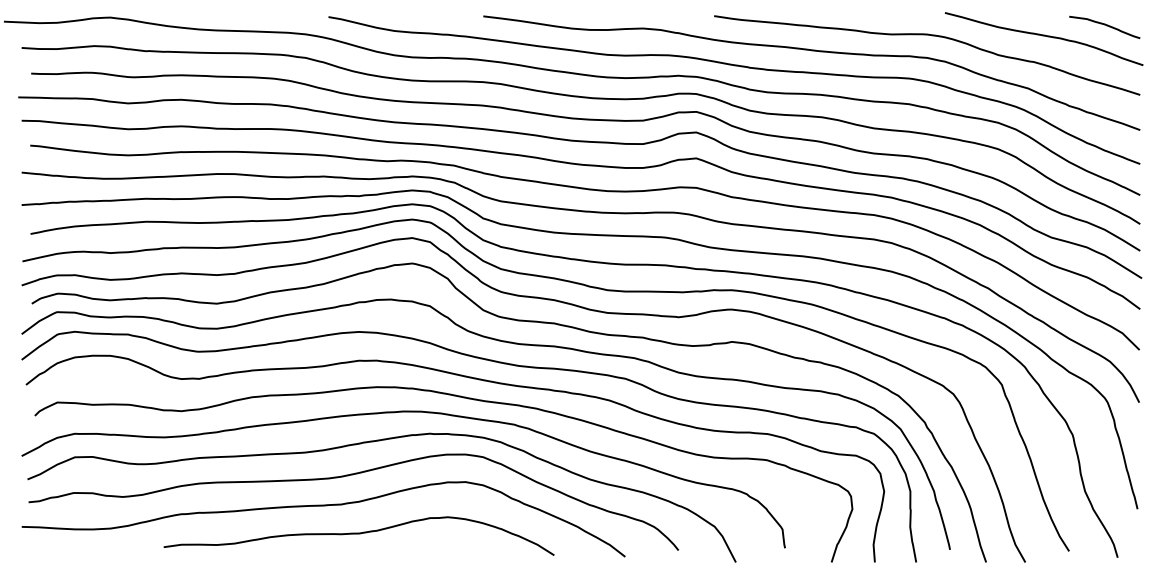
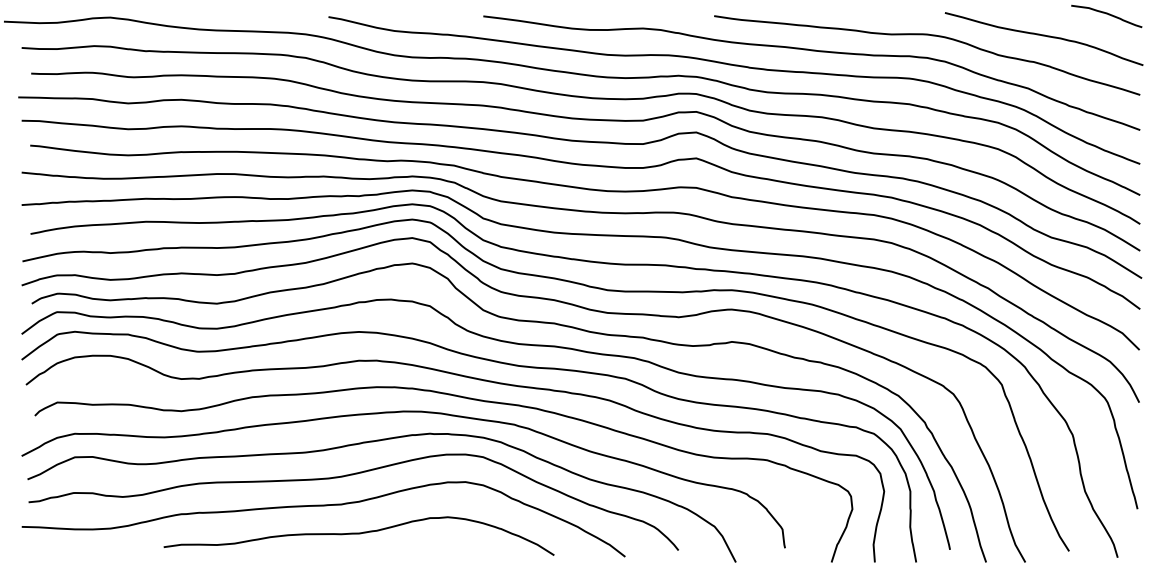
curve at (1104, 25) position: (1104, 25) -> (1106, 14)
